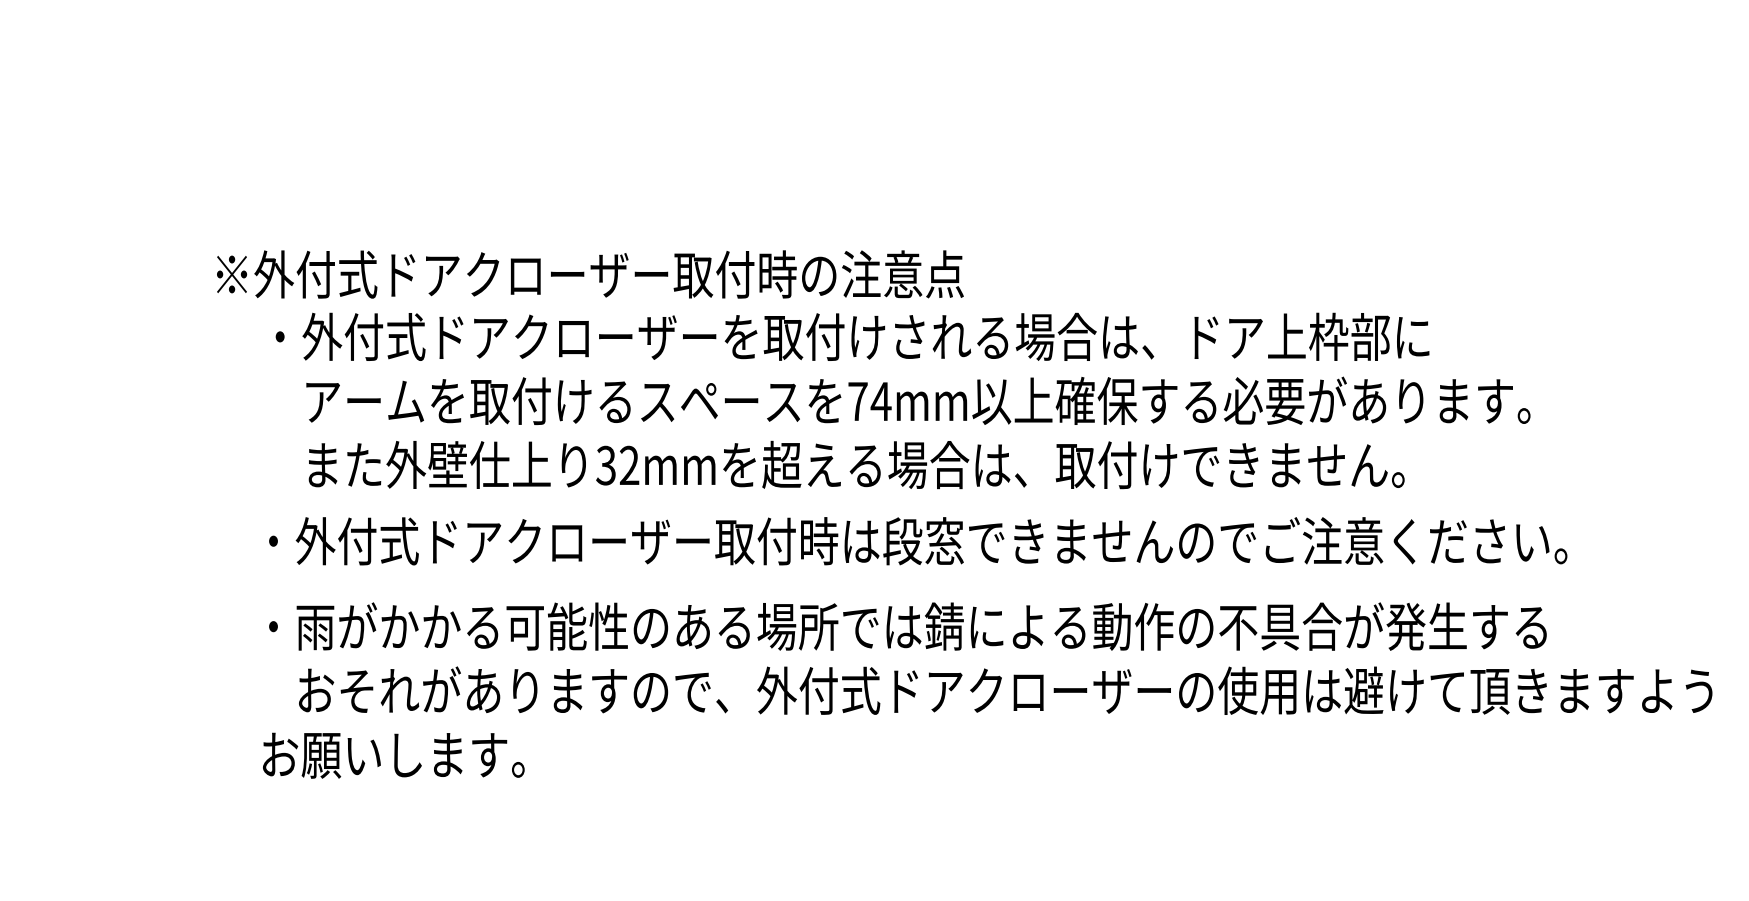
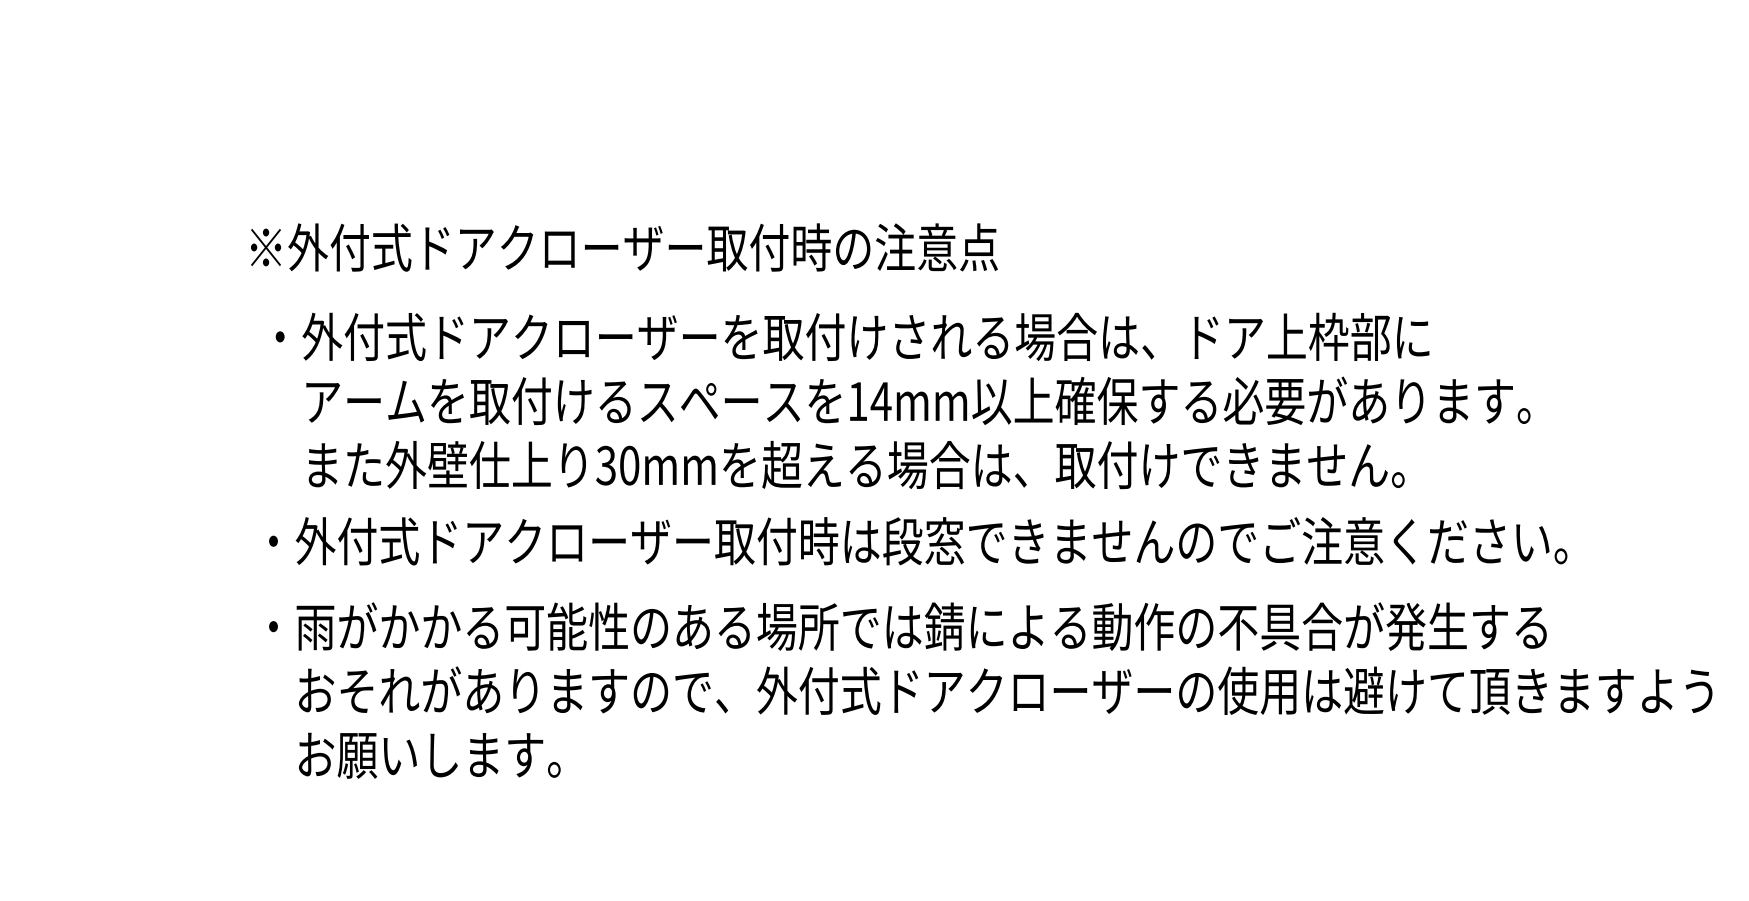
text at (590, 274) position: (590, 274) -> (624, 247)
text at (857, 401): 74mm -> 14mm
text at (629, 465): 32mm -> 30mm
text at (393, 755) position: (393, 755) -> (429, 755)
